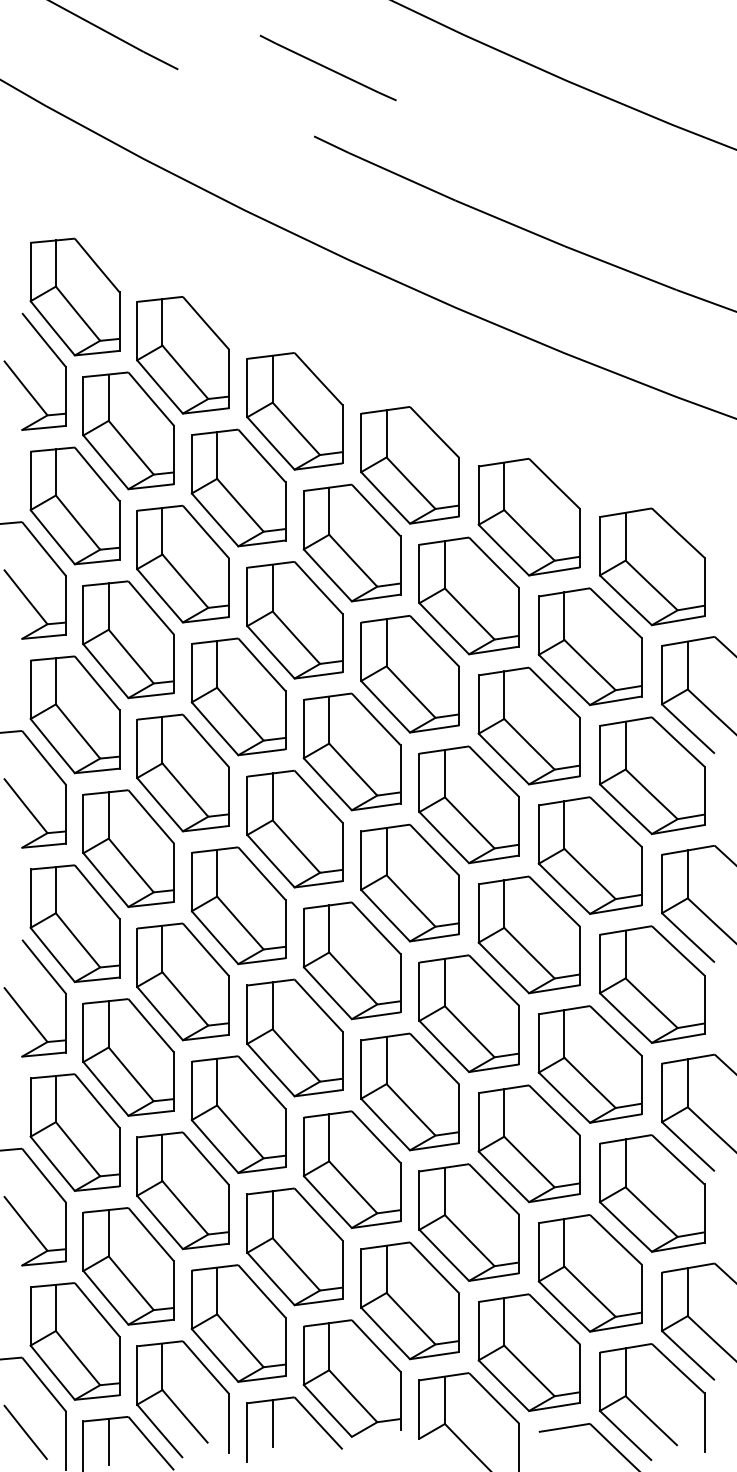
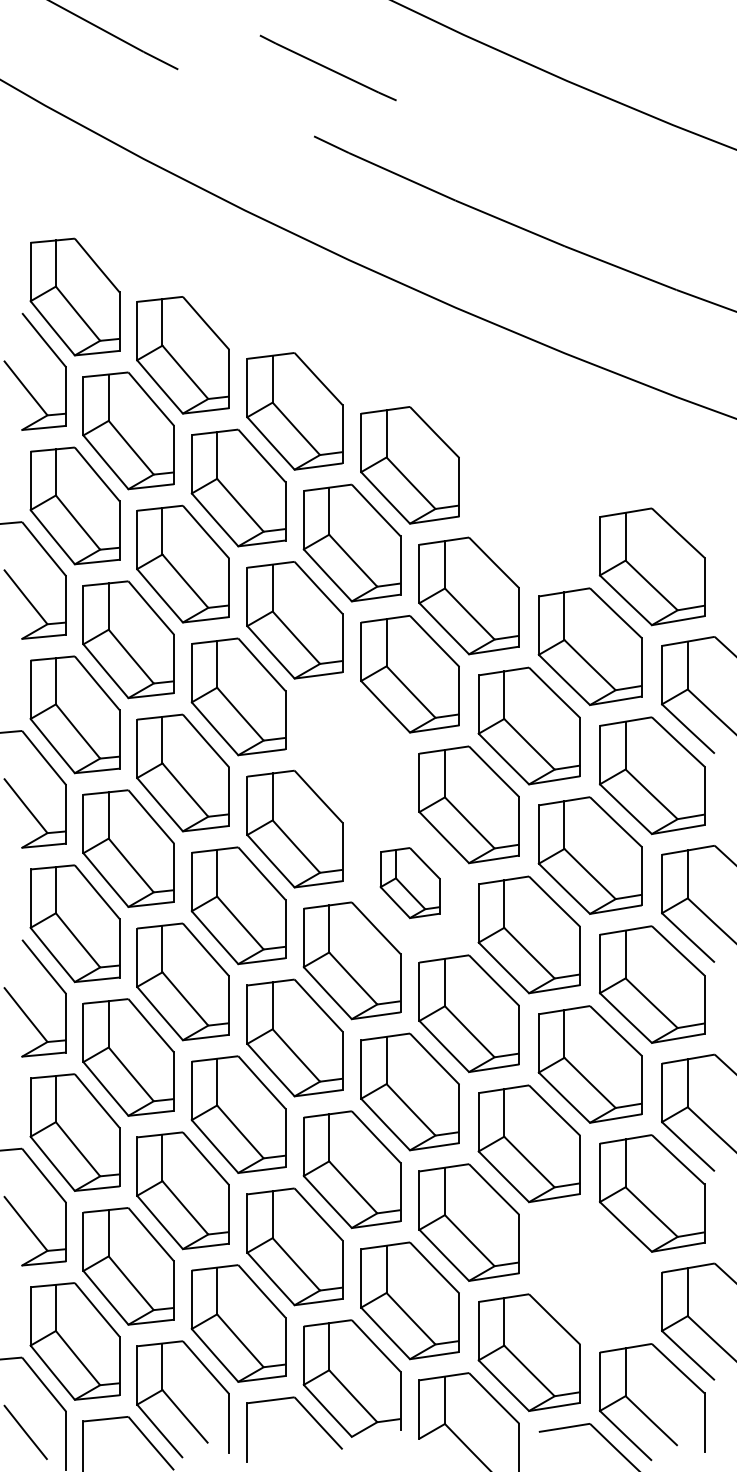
part at (528, 516): present -> none
part at (351, 751): present -> none
part at (409, 882) size: 100x120 px -> 62x73 px
part at (589, 1273): present -> none
line at (272, 1423): present -> none
line at (108, 1441): present -> none
